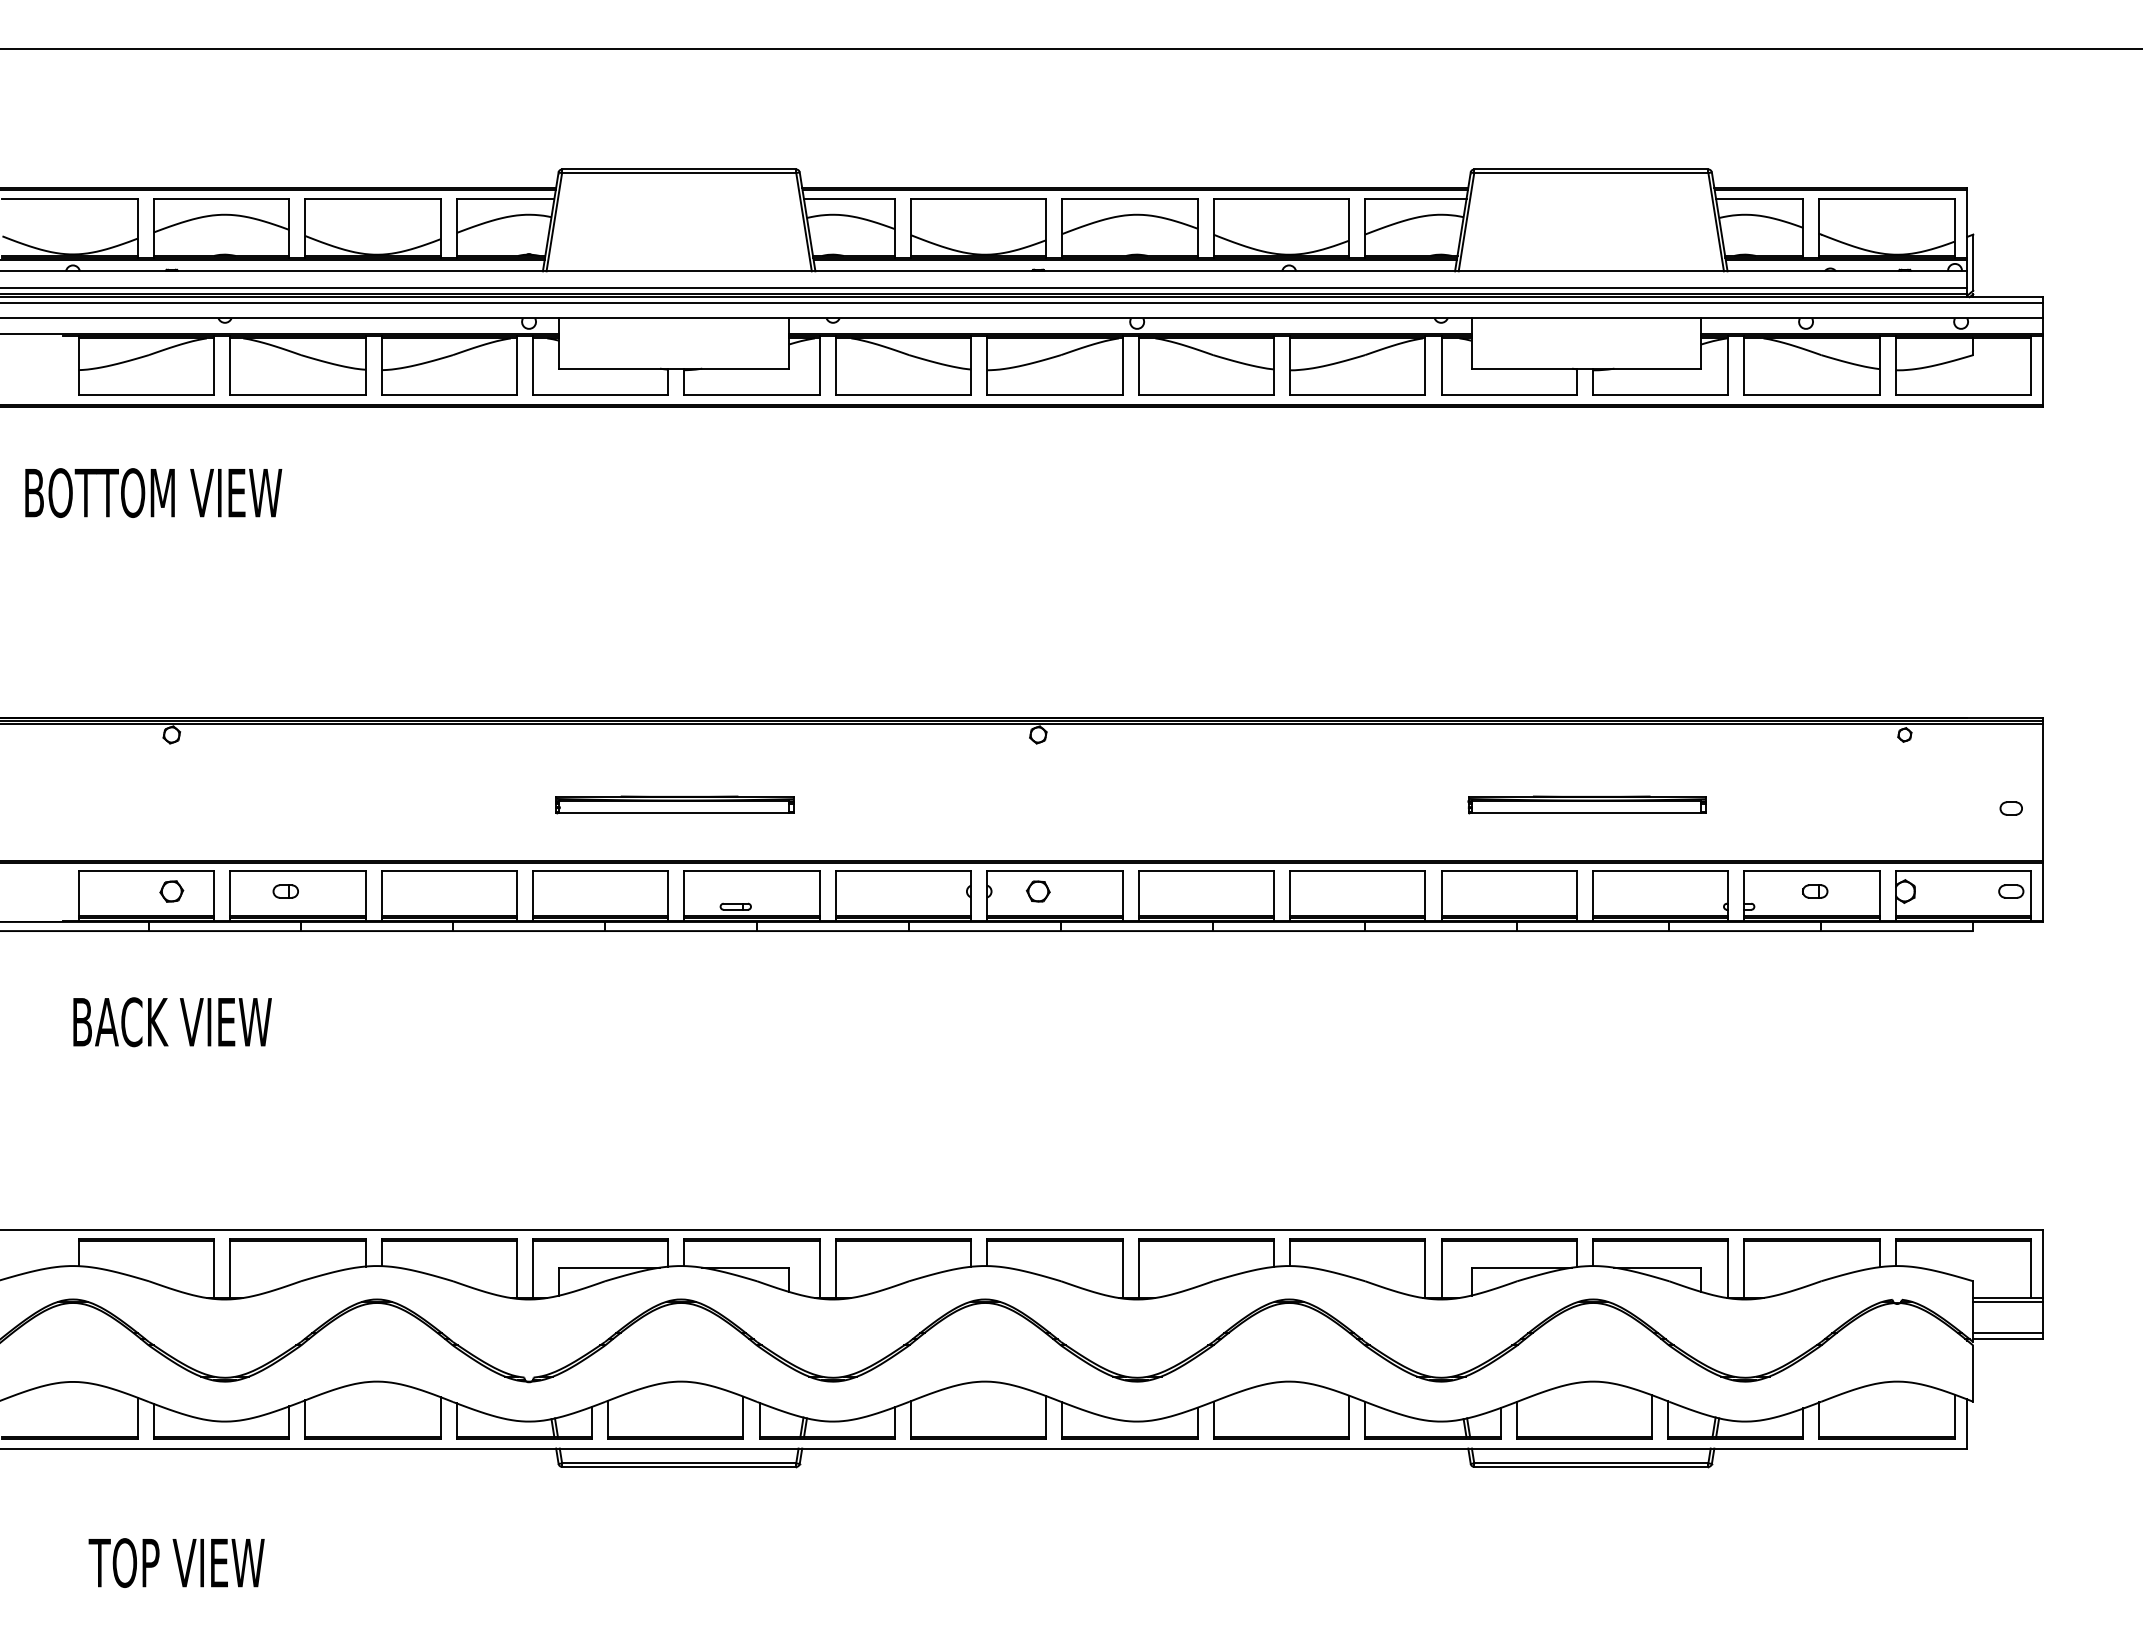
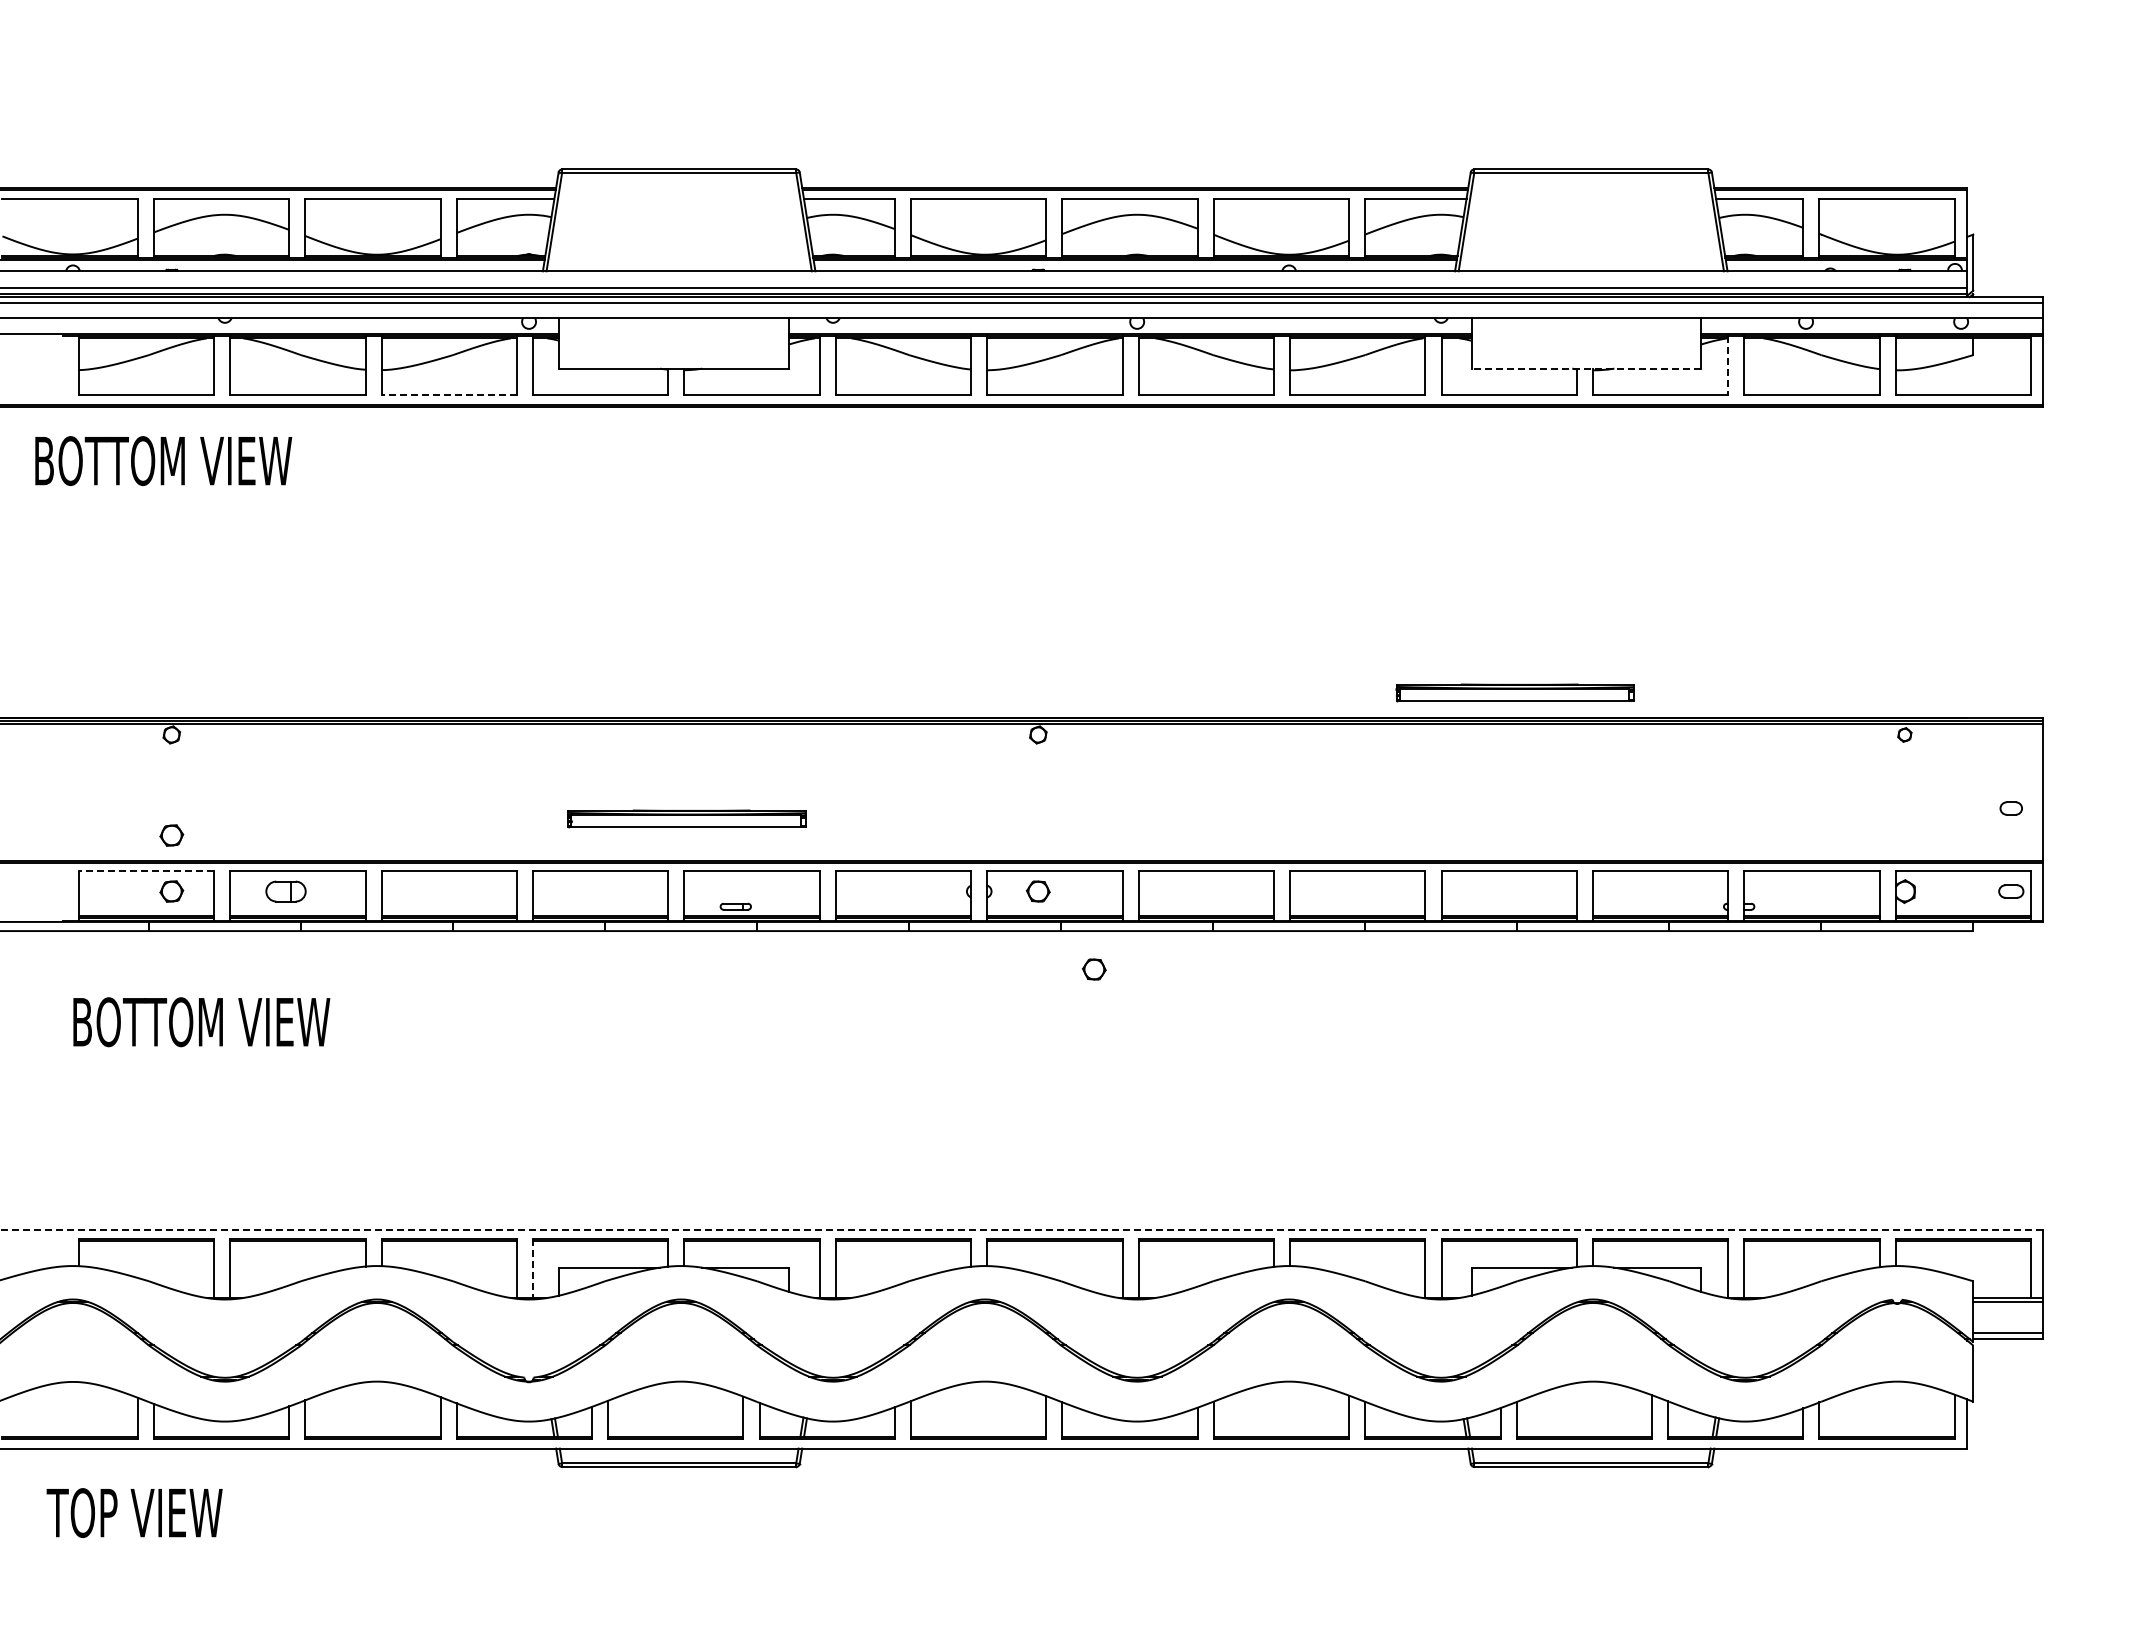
line at (1070, 48): present -> none
line at (1728, 366): solid -> dashed
line at (1586, 368): solid -> dashed
line at (449, 395): solid -> dashed
text at (153, 492) position: (153, 492) -> (163, 460)
part at (674, 804) position: (674, 804) -> (686, 818)
part at (1586, 804) position: (1586, 804) -> (1514, 692)
part at (171, 835): none -> present
line at (146, 871): solid -> dashed
part at (285, 891) size: 27x15 px -> 42x23 px
part at (1815, 891): present -> none
part at (1093, 969): none -> present
text at (212, 1022): BACK VIEW -> BOTTOM VIEW
line at (1021, 1229): solid -> dashed
line at (533, 1269): solid -> dashed
text at (176, 1562) position: (176, 1562) -> (134, 1512)
